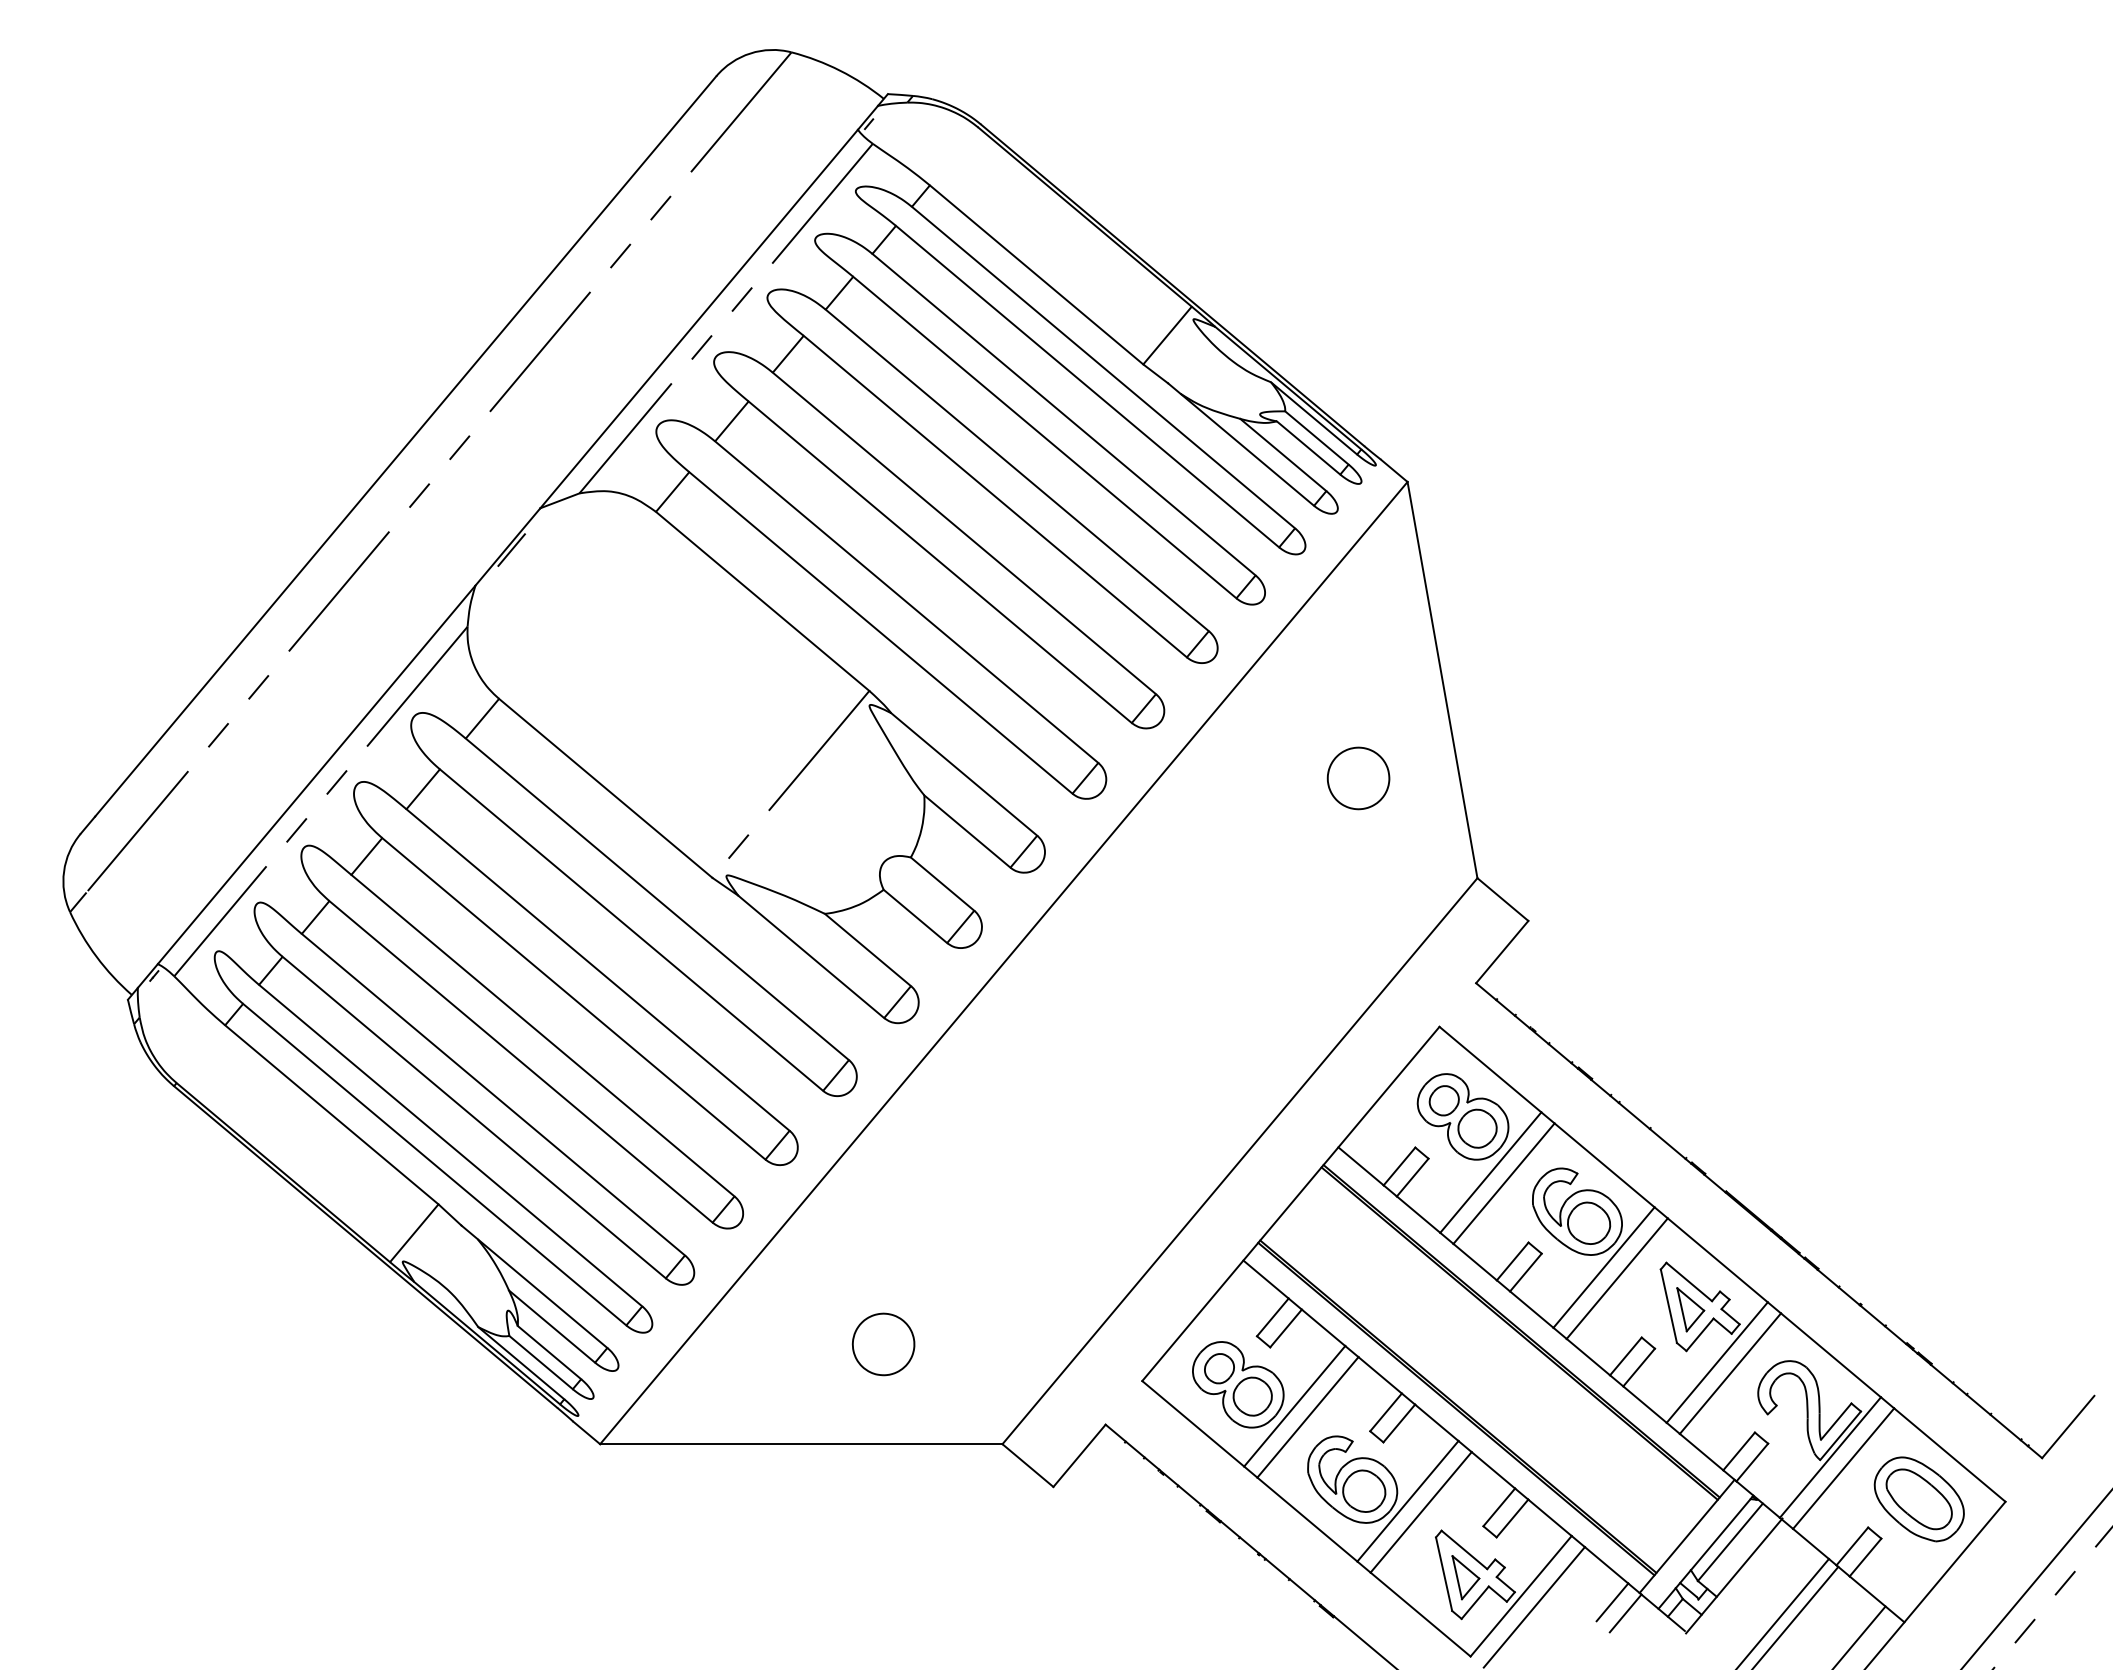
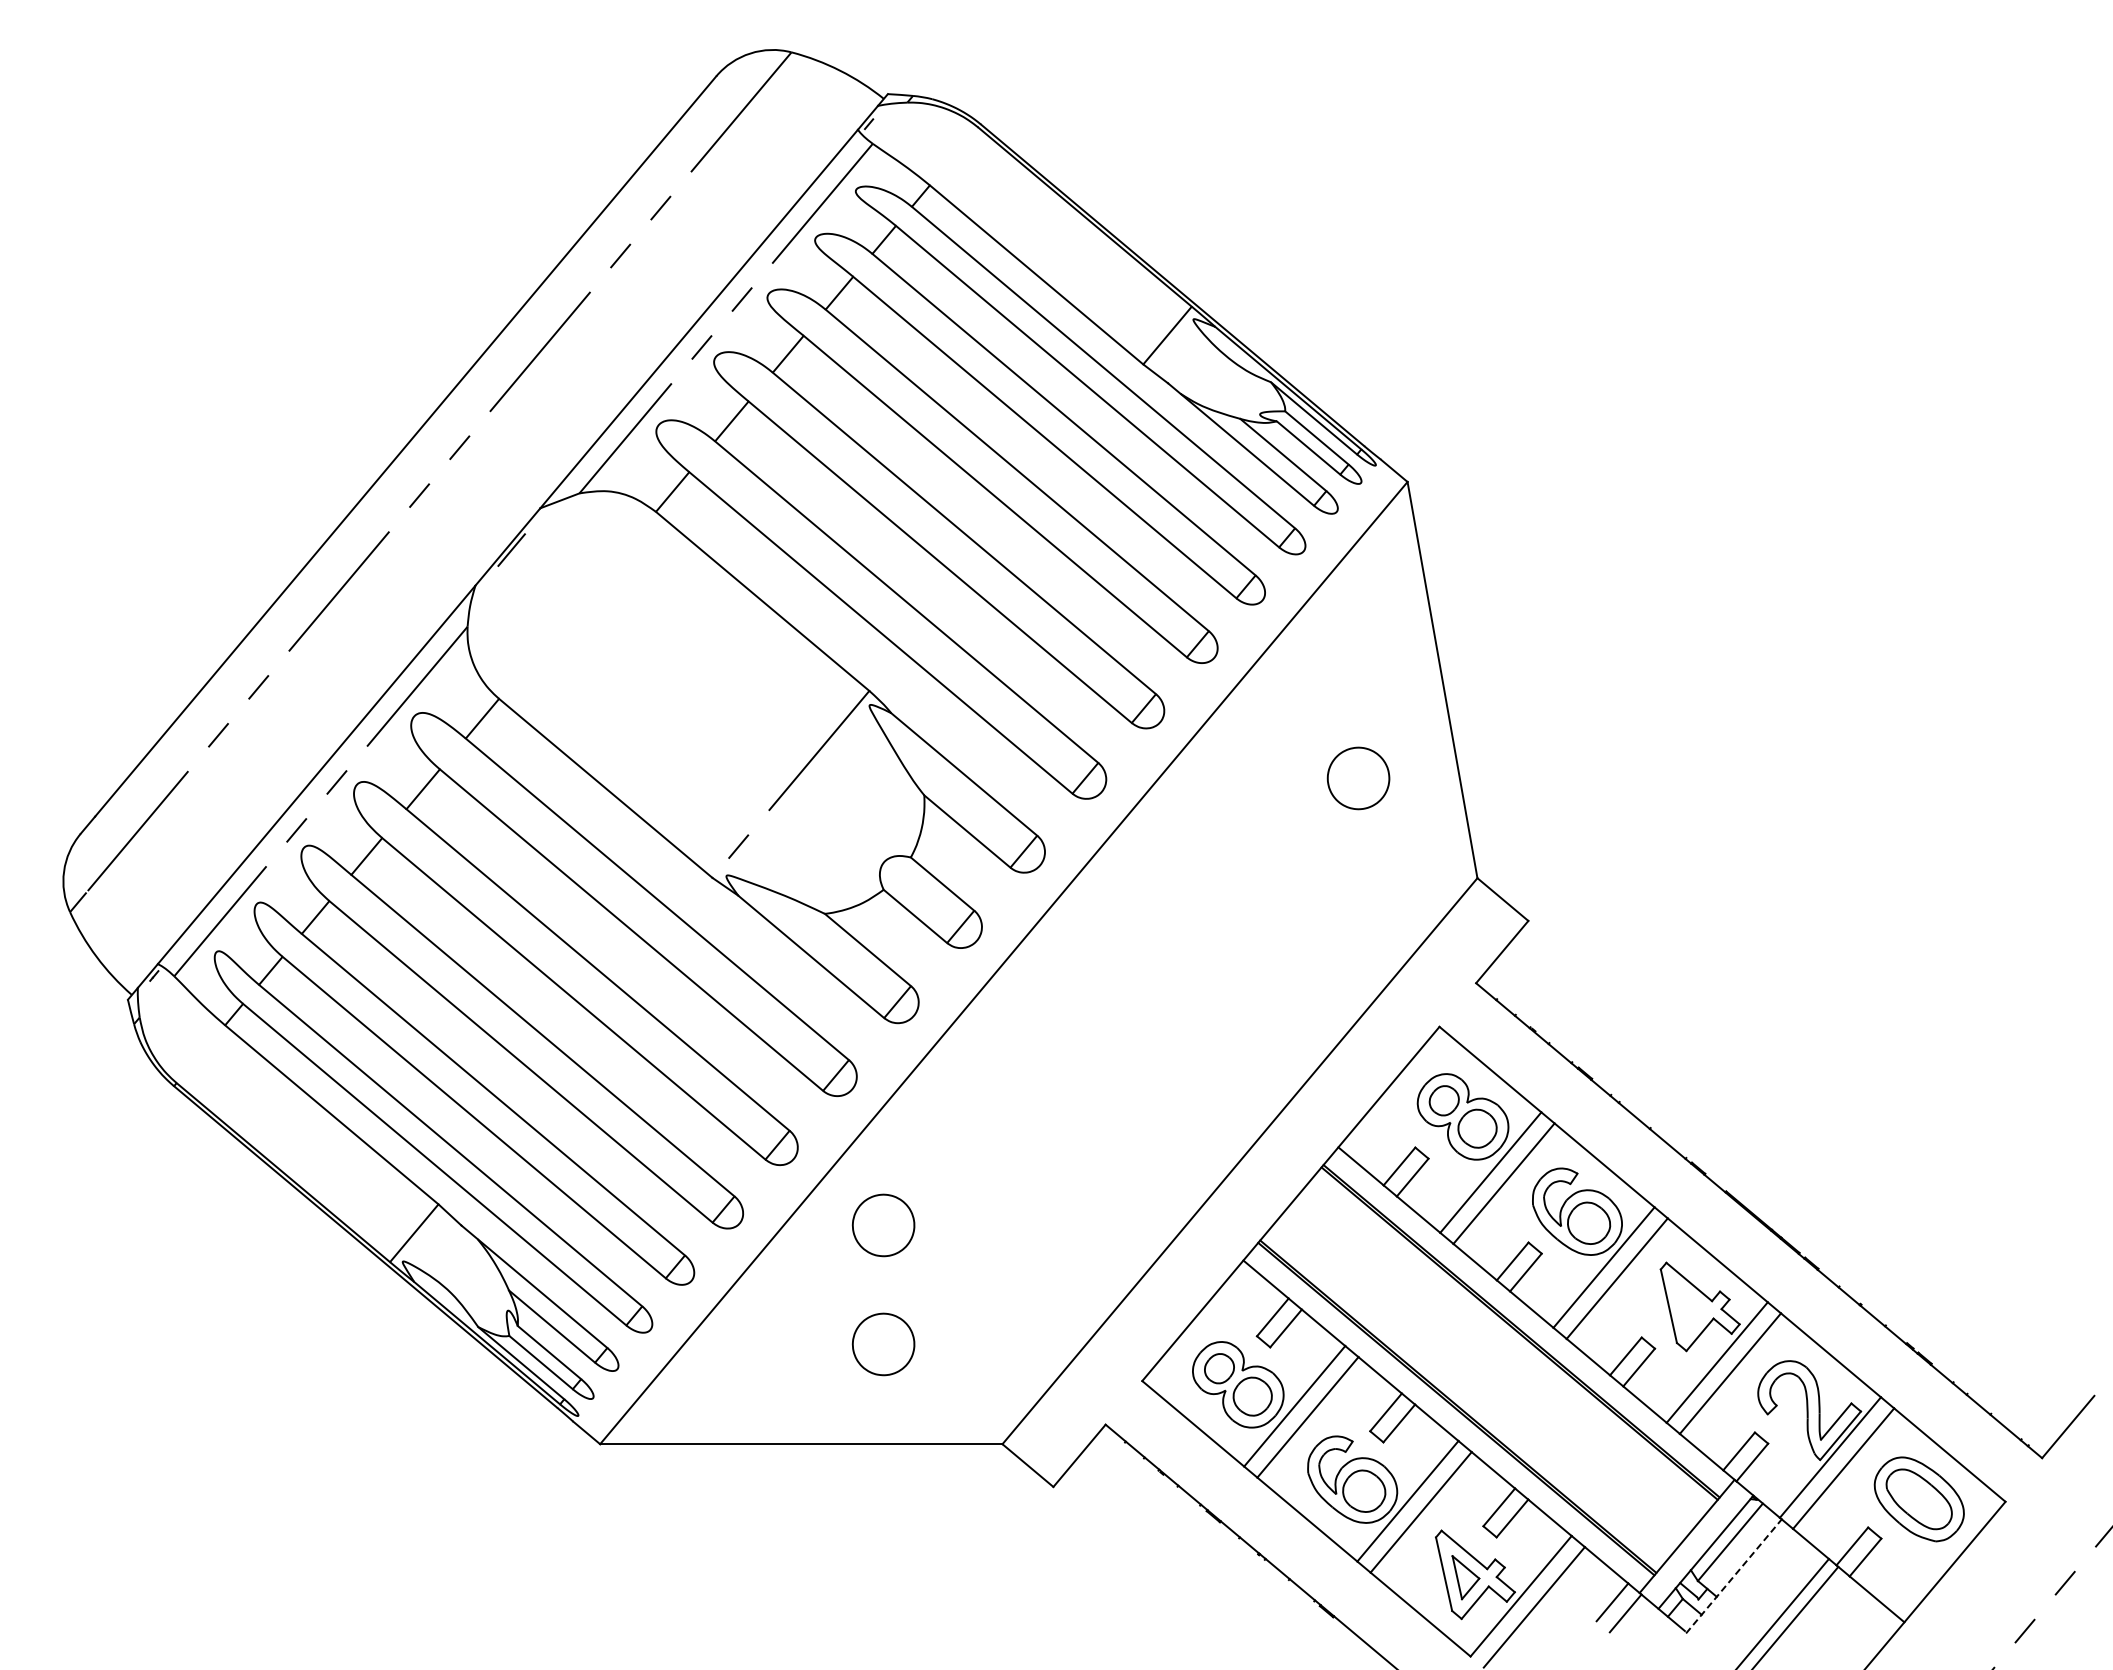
part at (883, 1225): none -> present
part at (1690, 1309): present -> none
line at (1734, 1575): solid -> dashed
line at (2036, 1579): present -> none
line at (1860, 1636): present -> none
